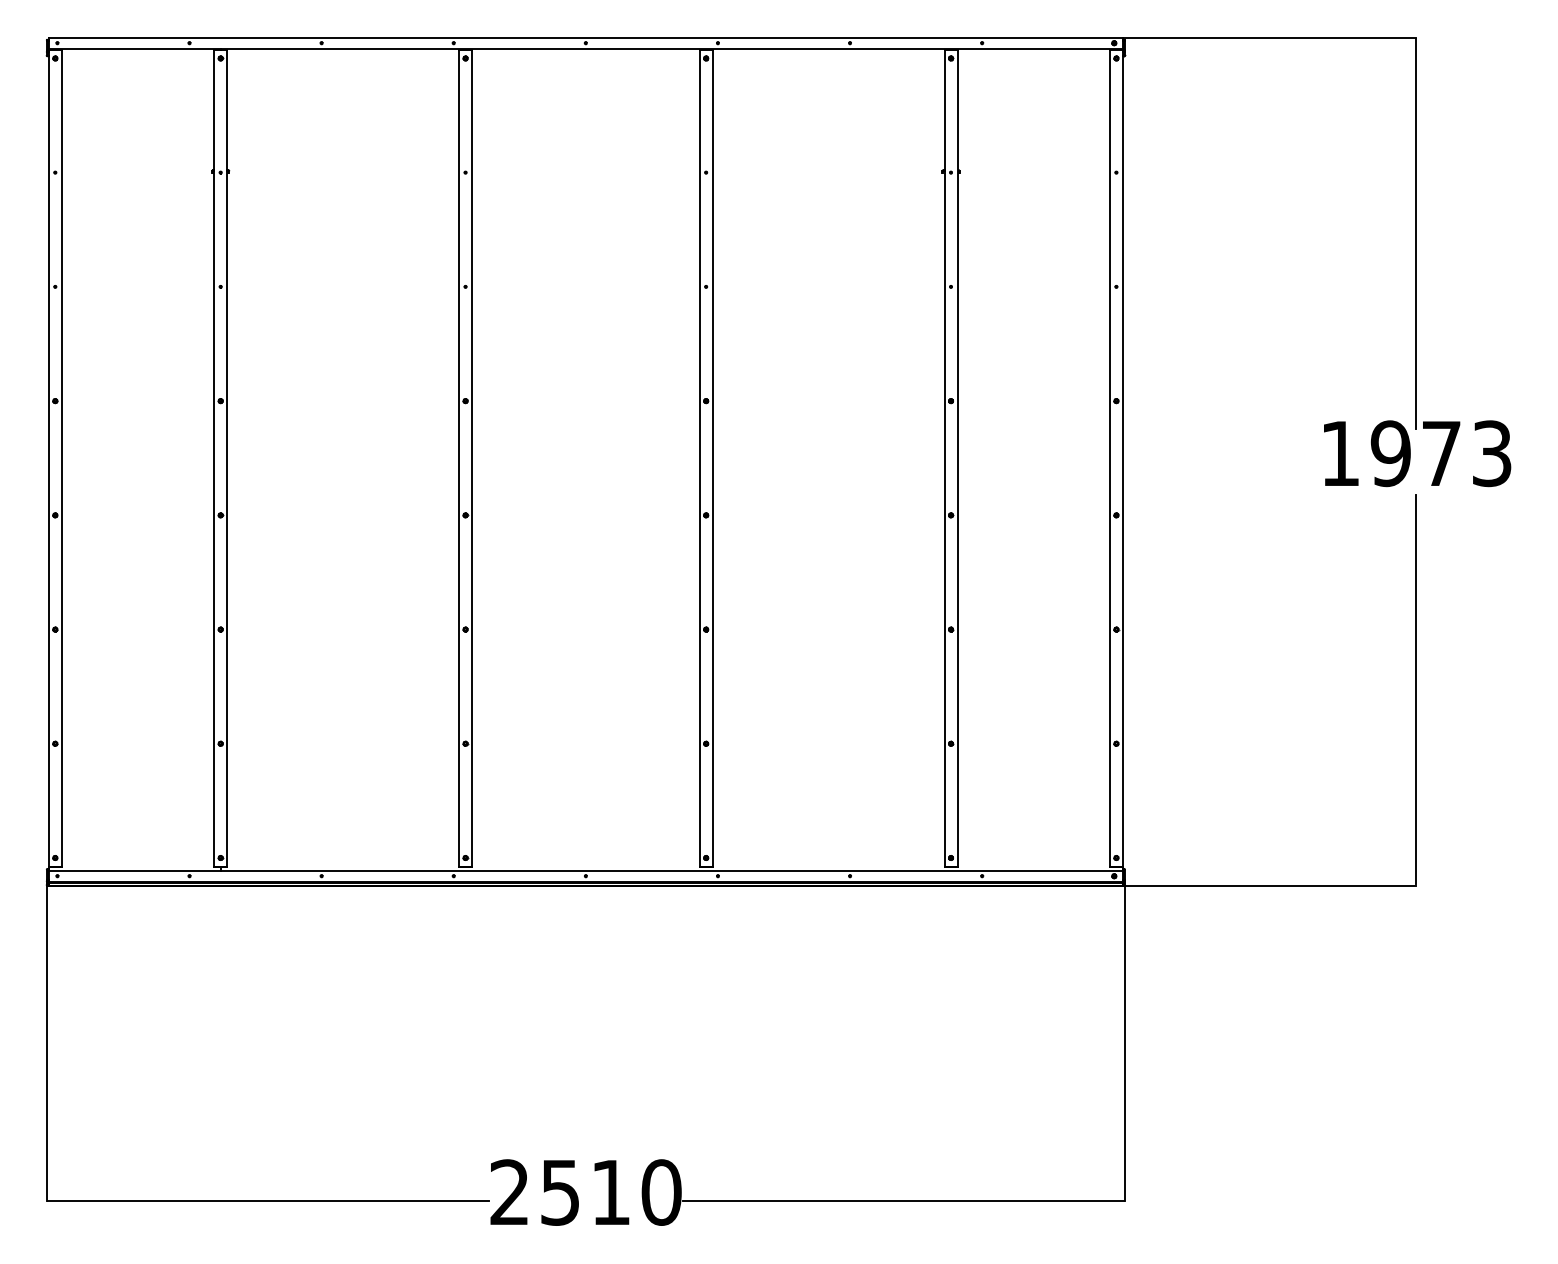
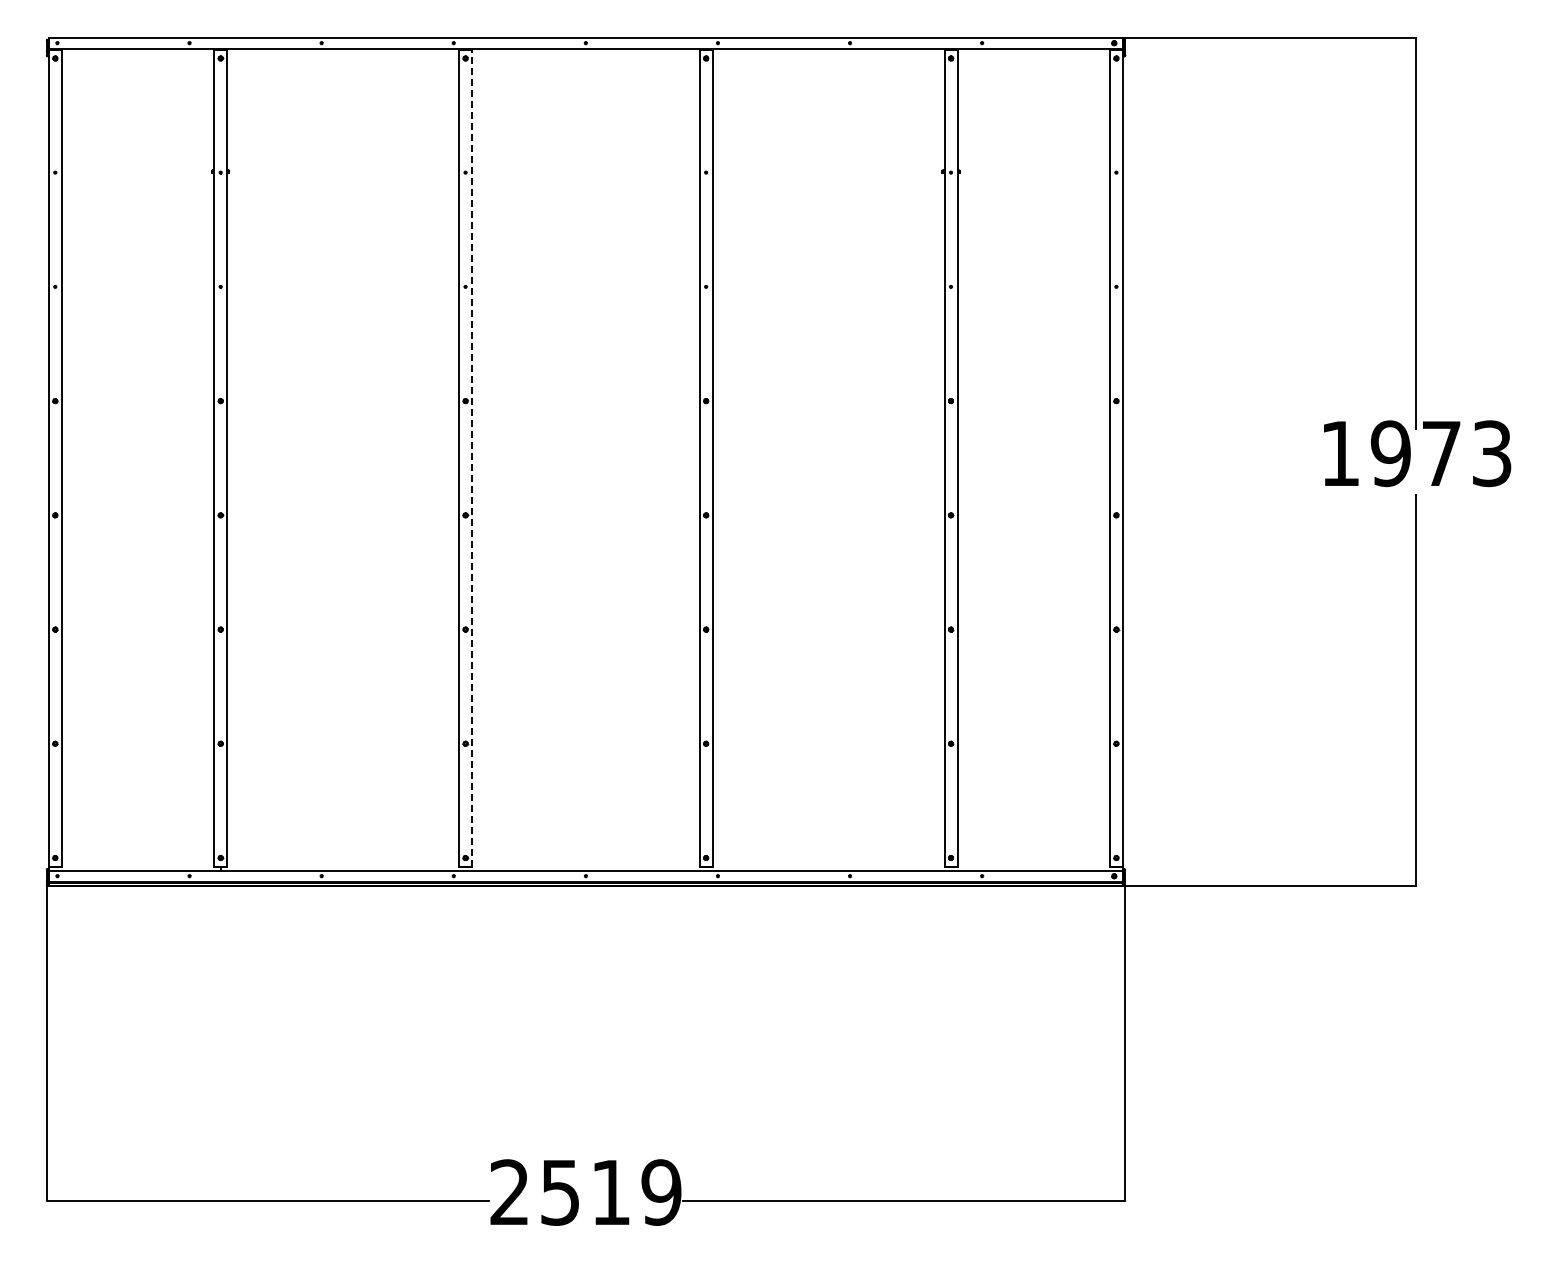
line at (472, 457): solid -> dashed
text at (661, 1192): 2510 -> 2519
